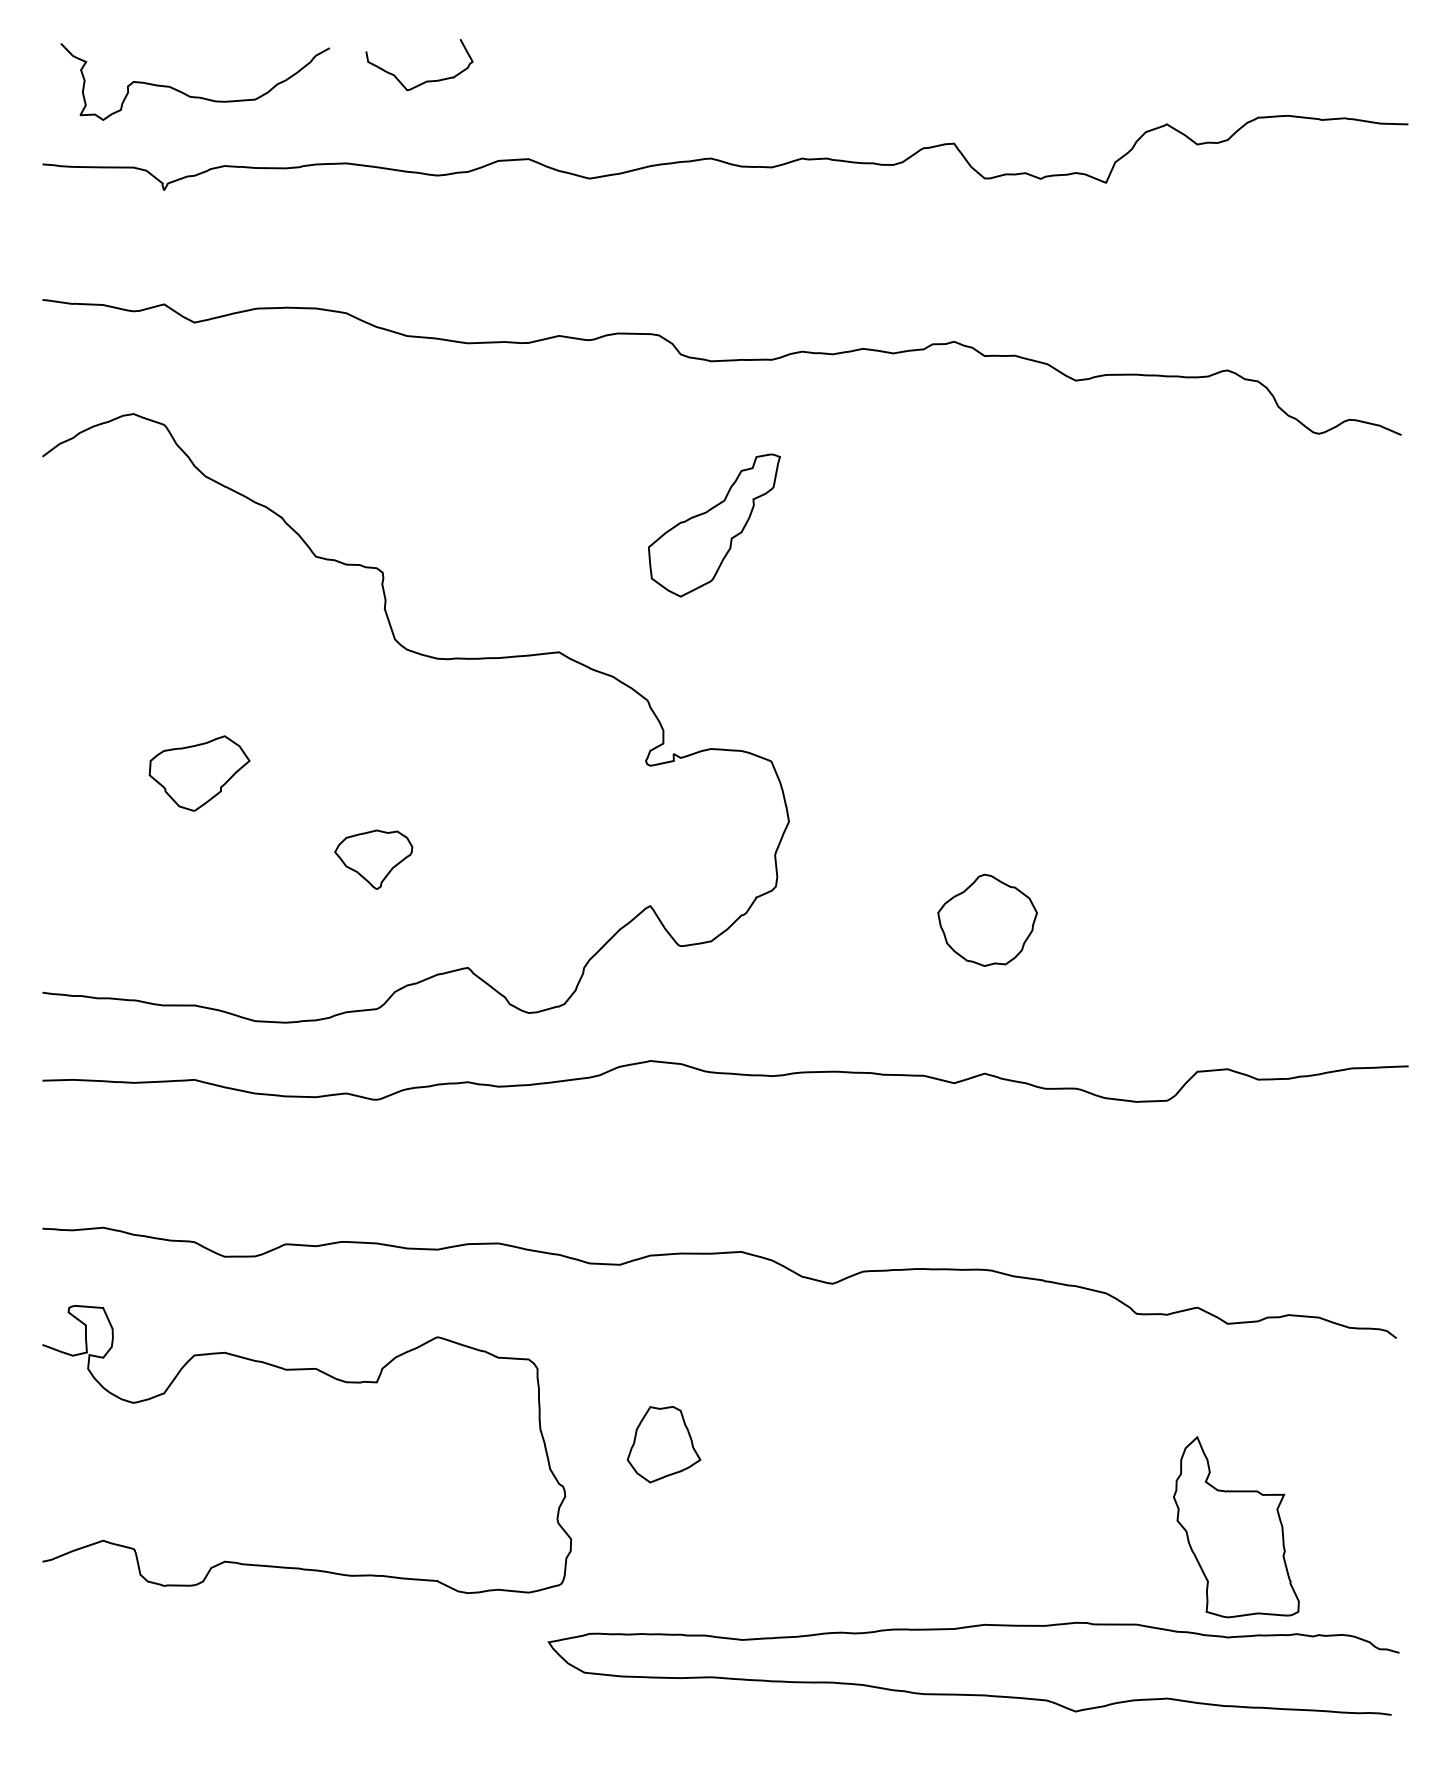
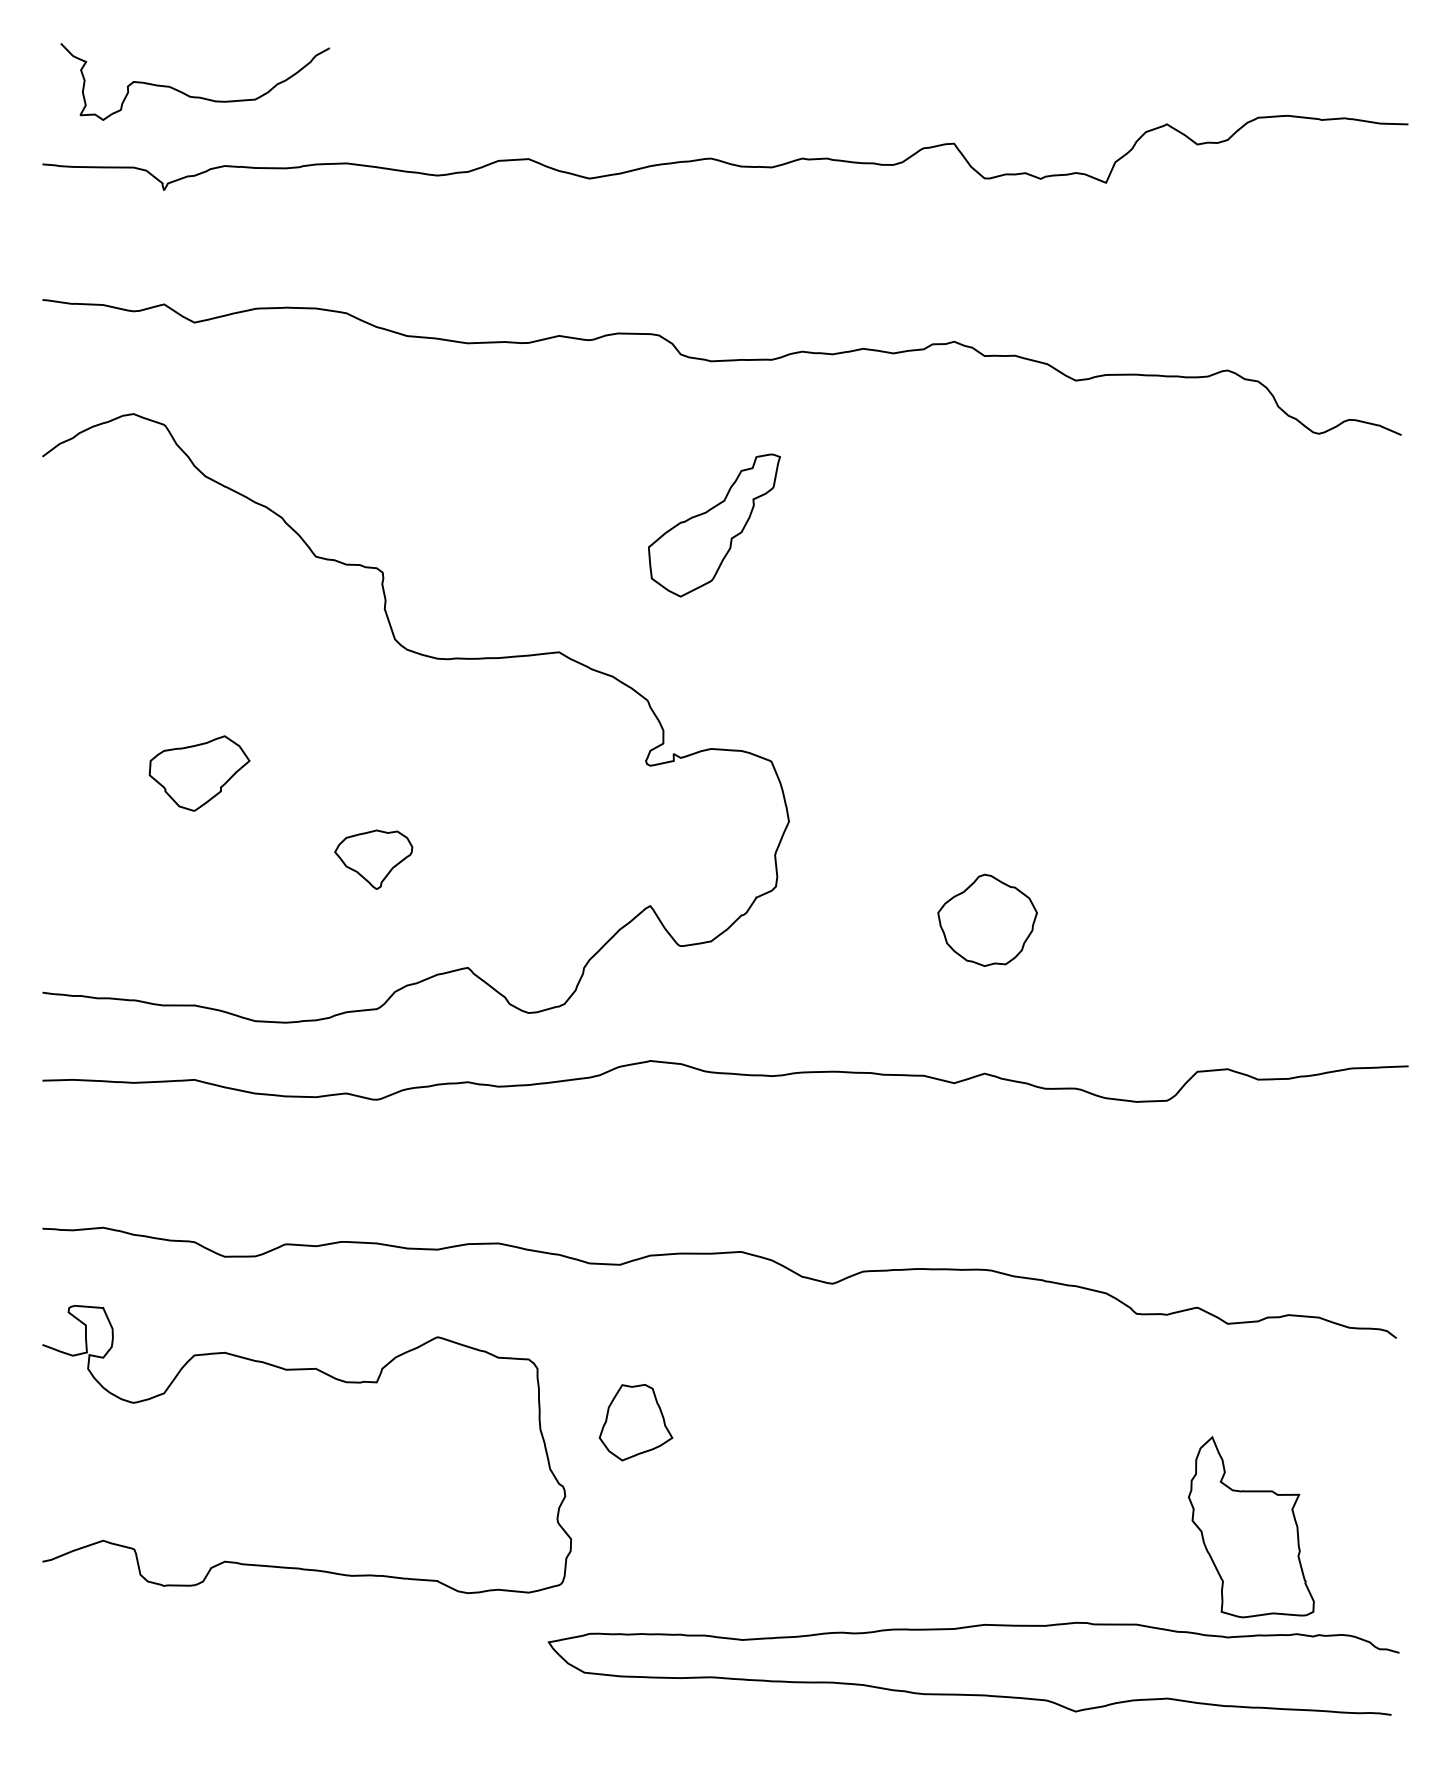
curve at (426, 80): present -> none
part at (663, 1444) position: (663, 1444) -> (635, 1422)
part at (1236, 1527) position: (1236, 1527) -> (1251, 1527)
